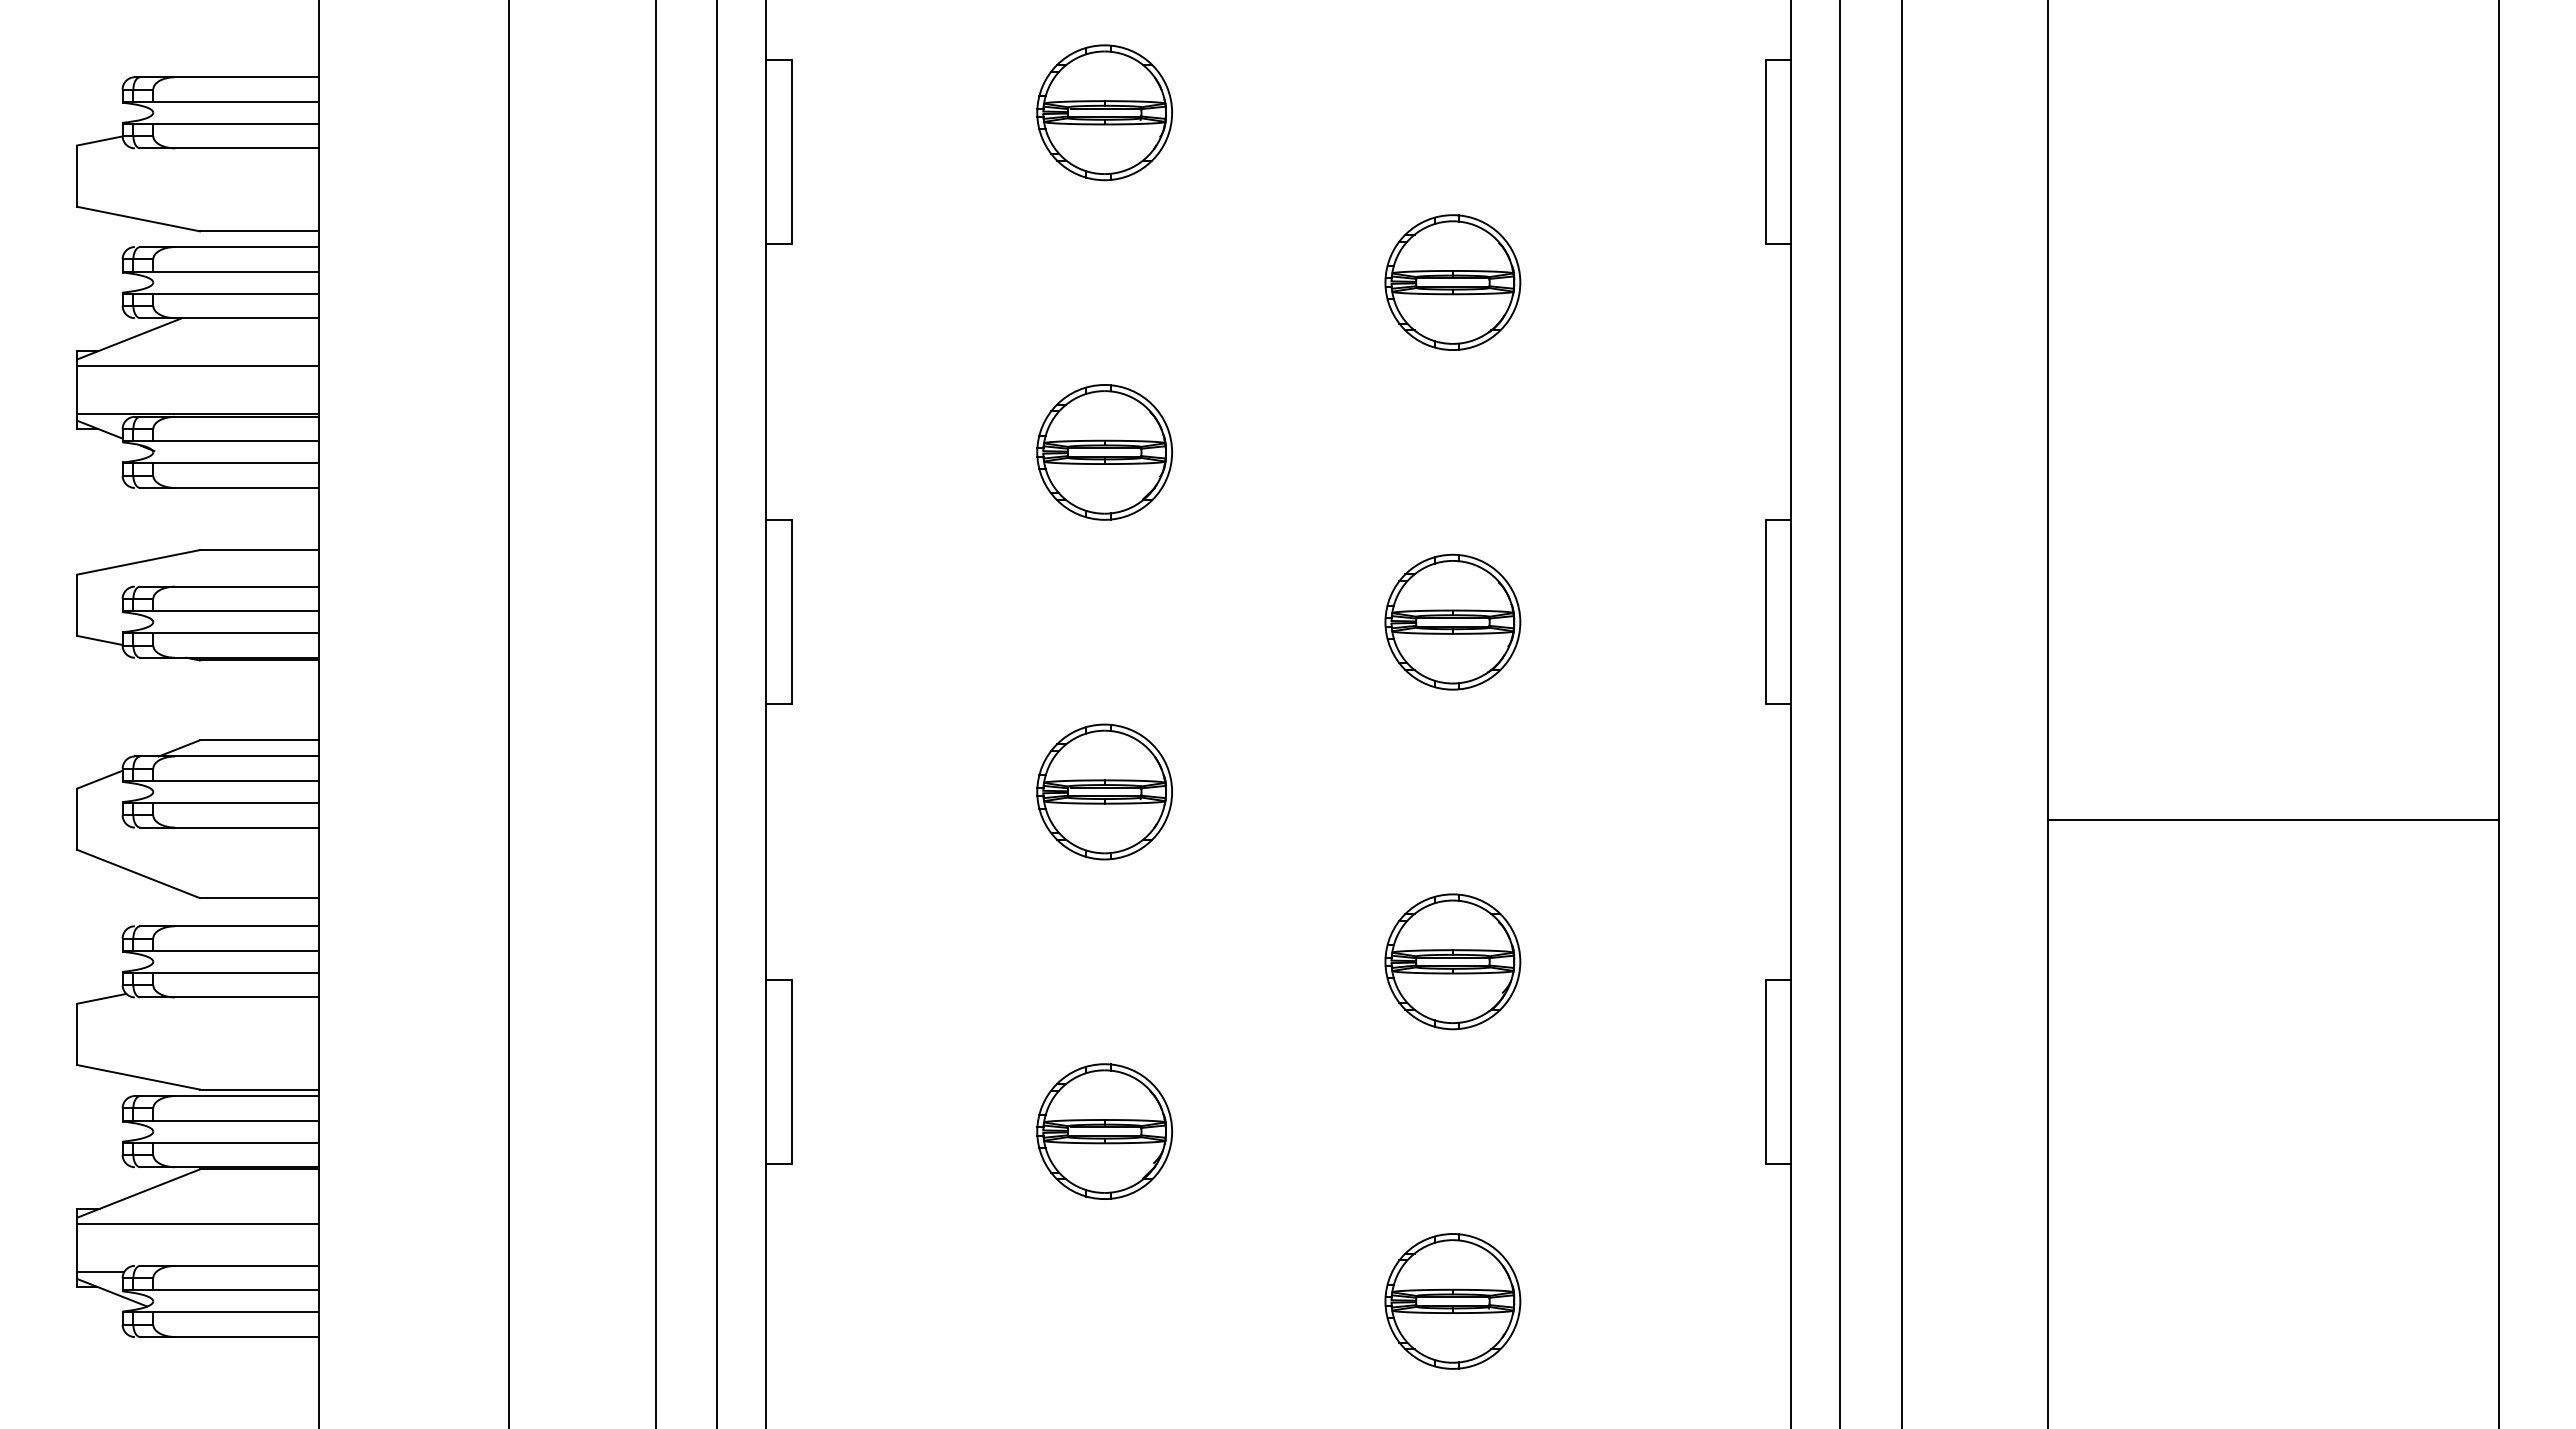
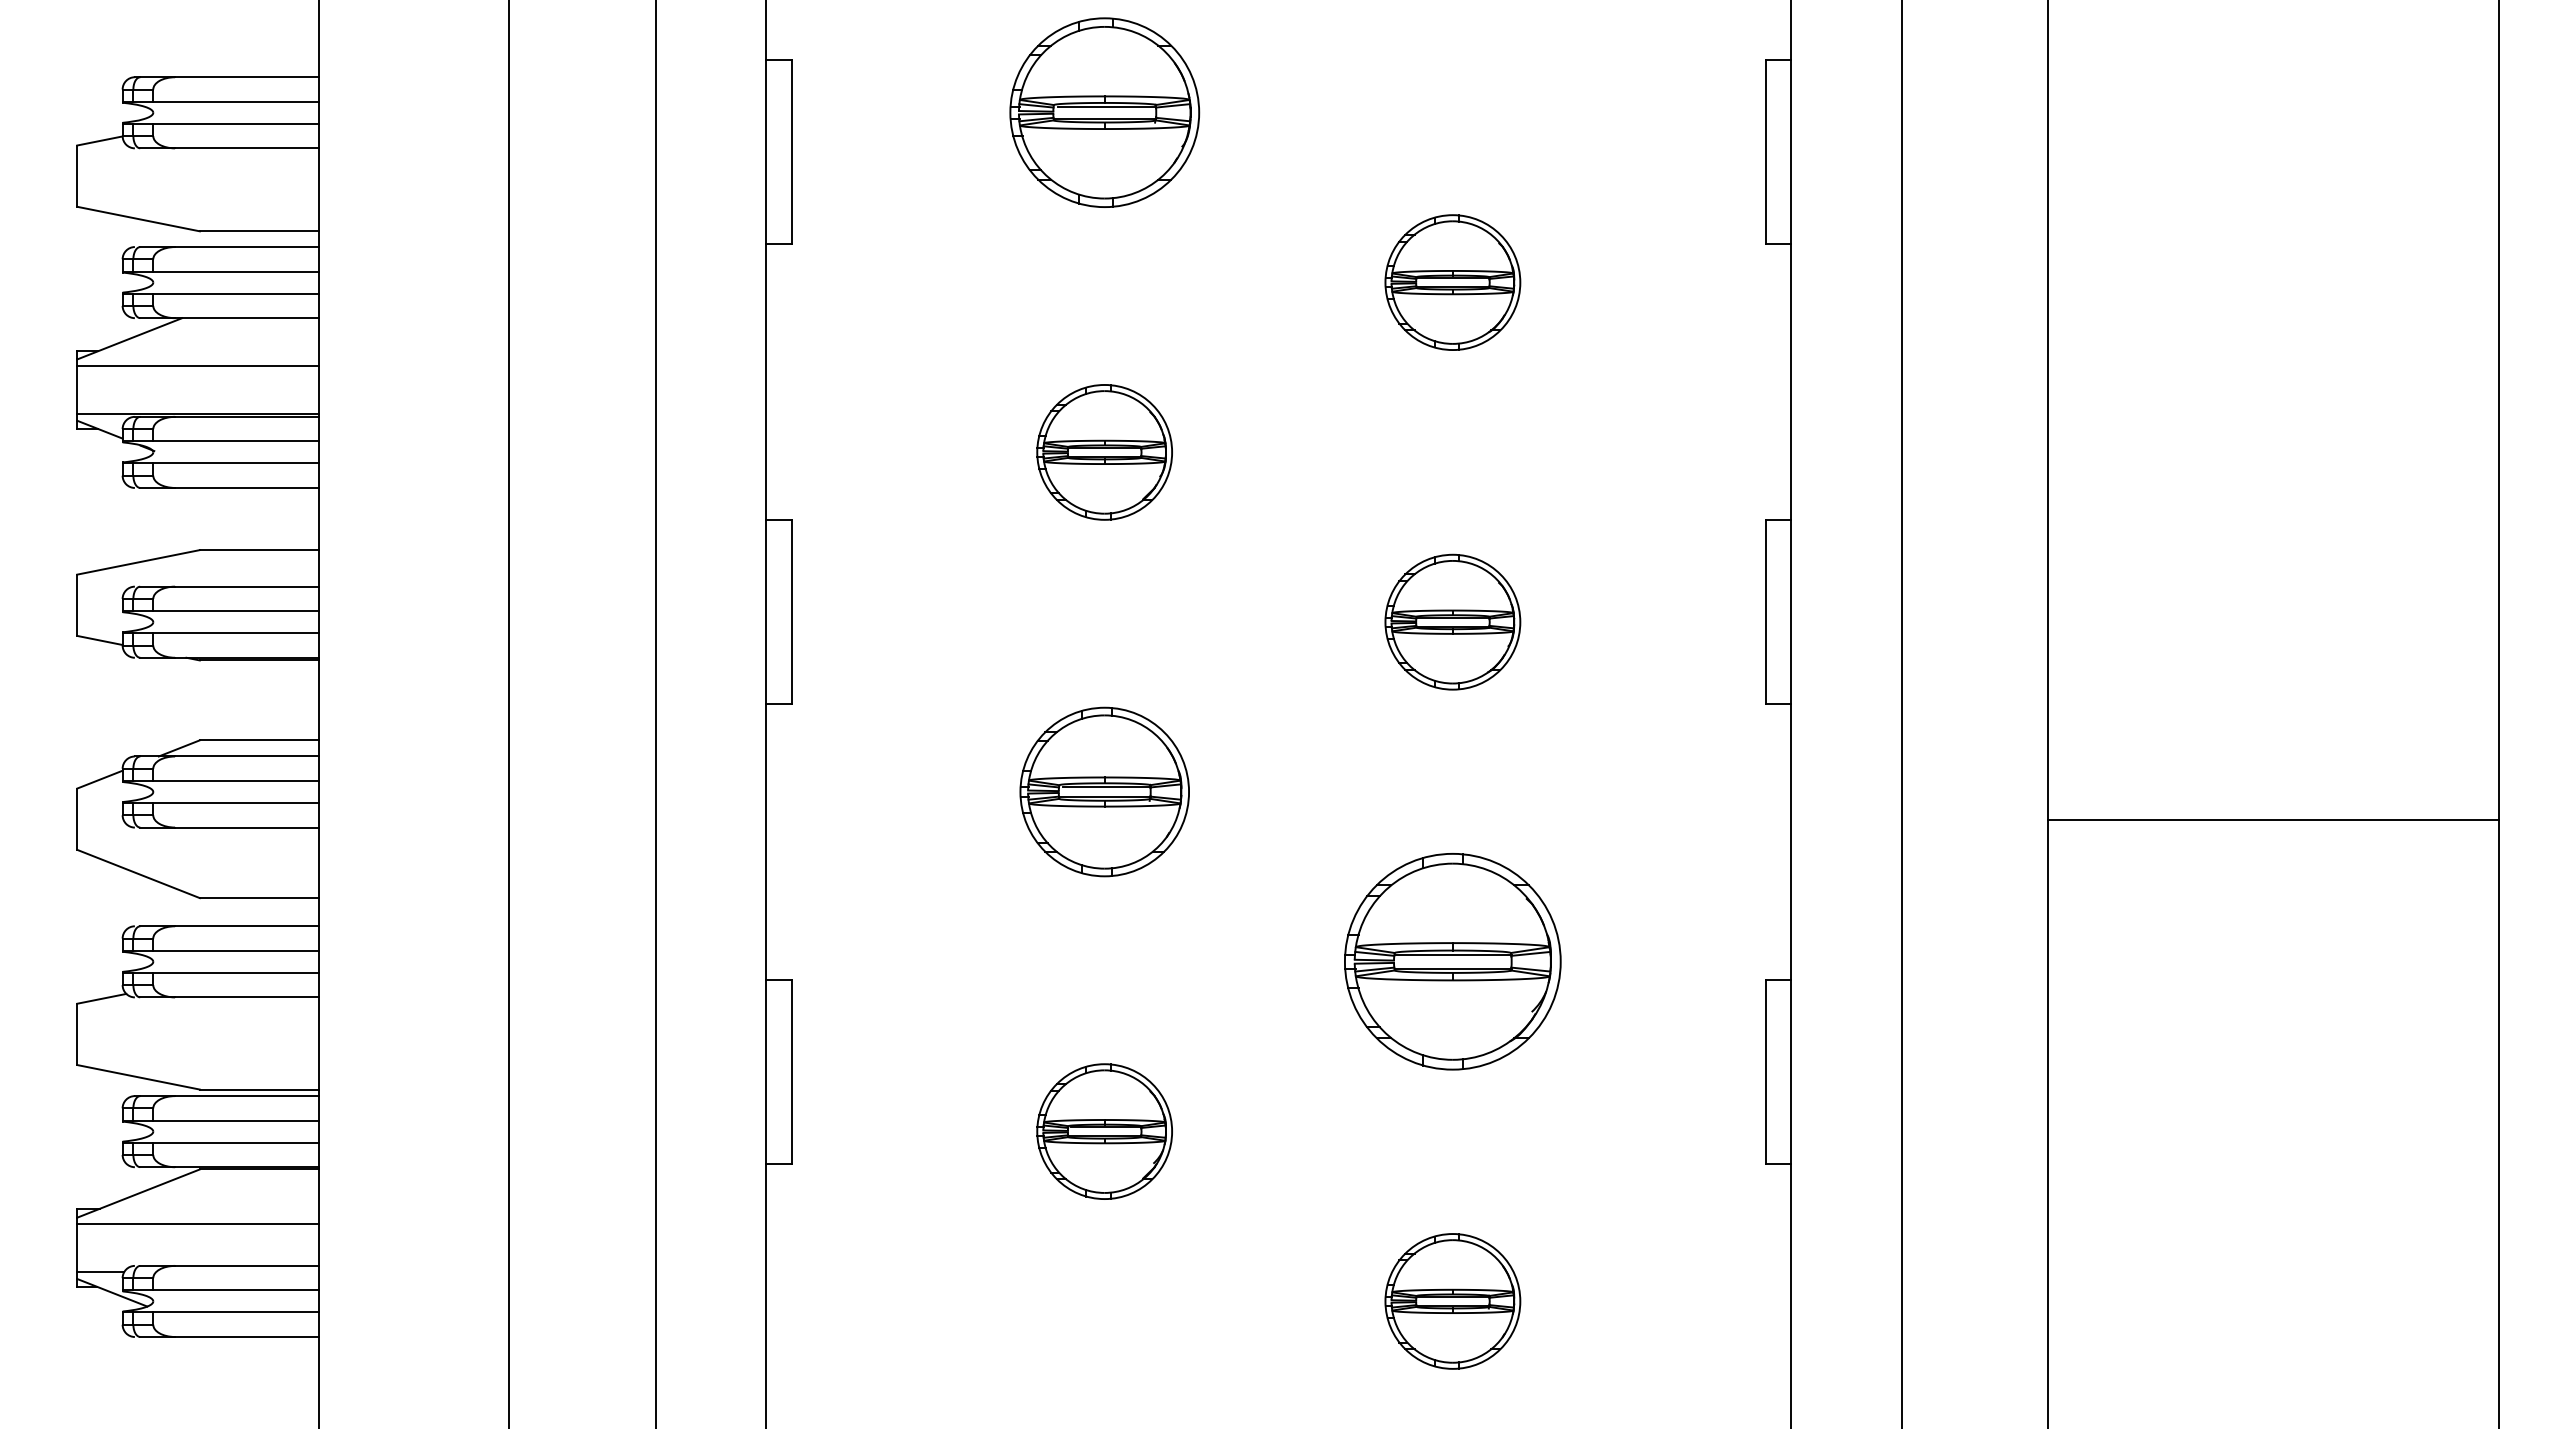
part at (1104, 112) size: 137x138 px -> 192x191 px
line at (717, 713): present -> none
line at (1840, 713): present -> none
part at (1104, 791) size: 137x138 px -> 171x172 px
part at (1452, 961) size: 138x138 px -> 218x218 px
